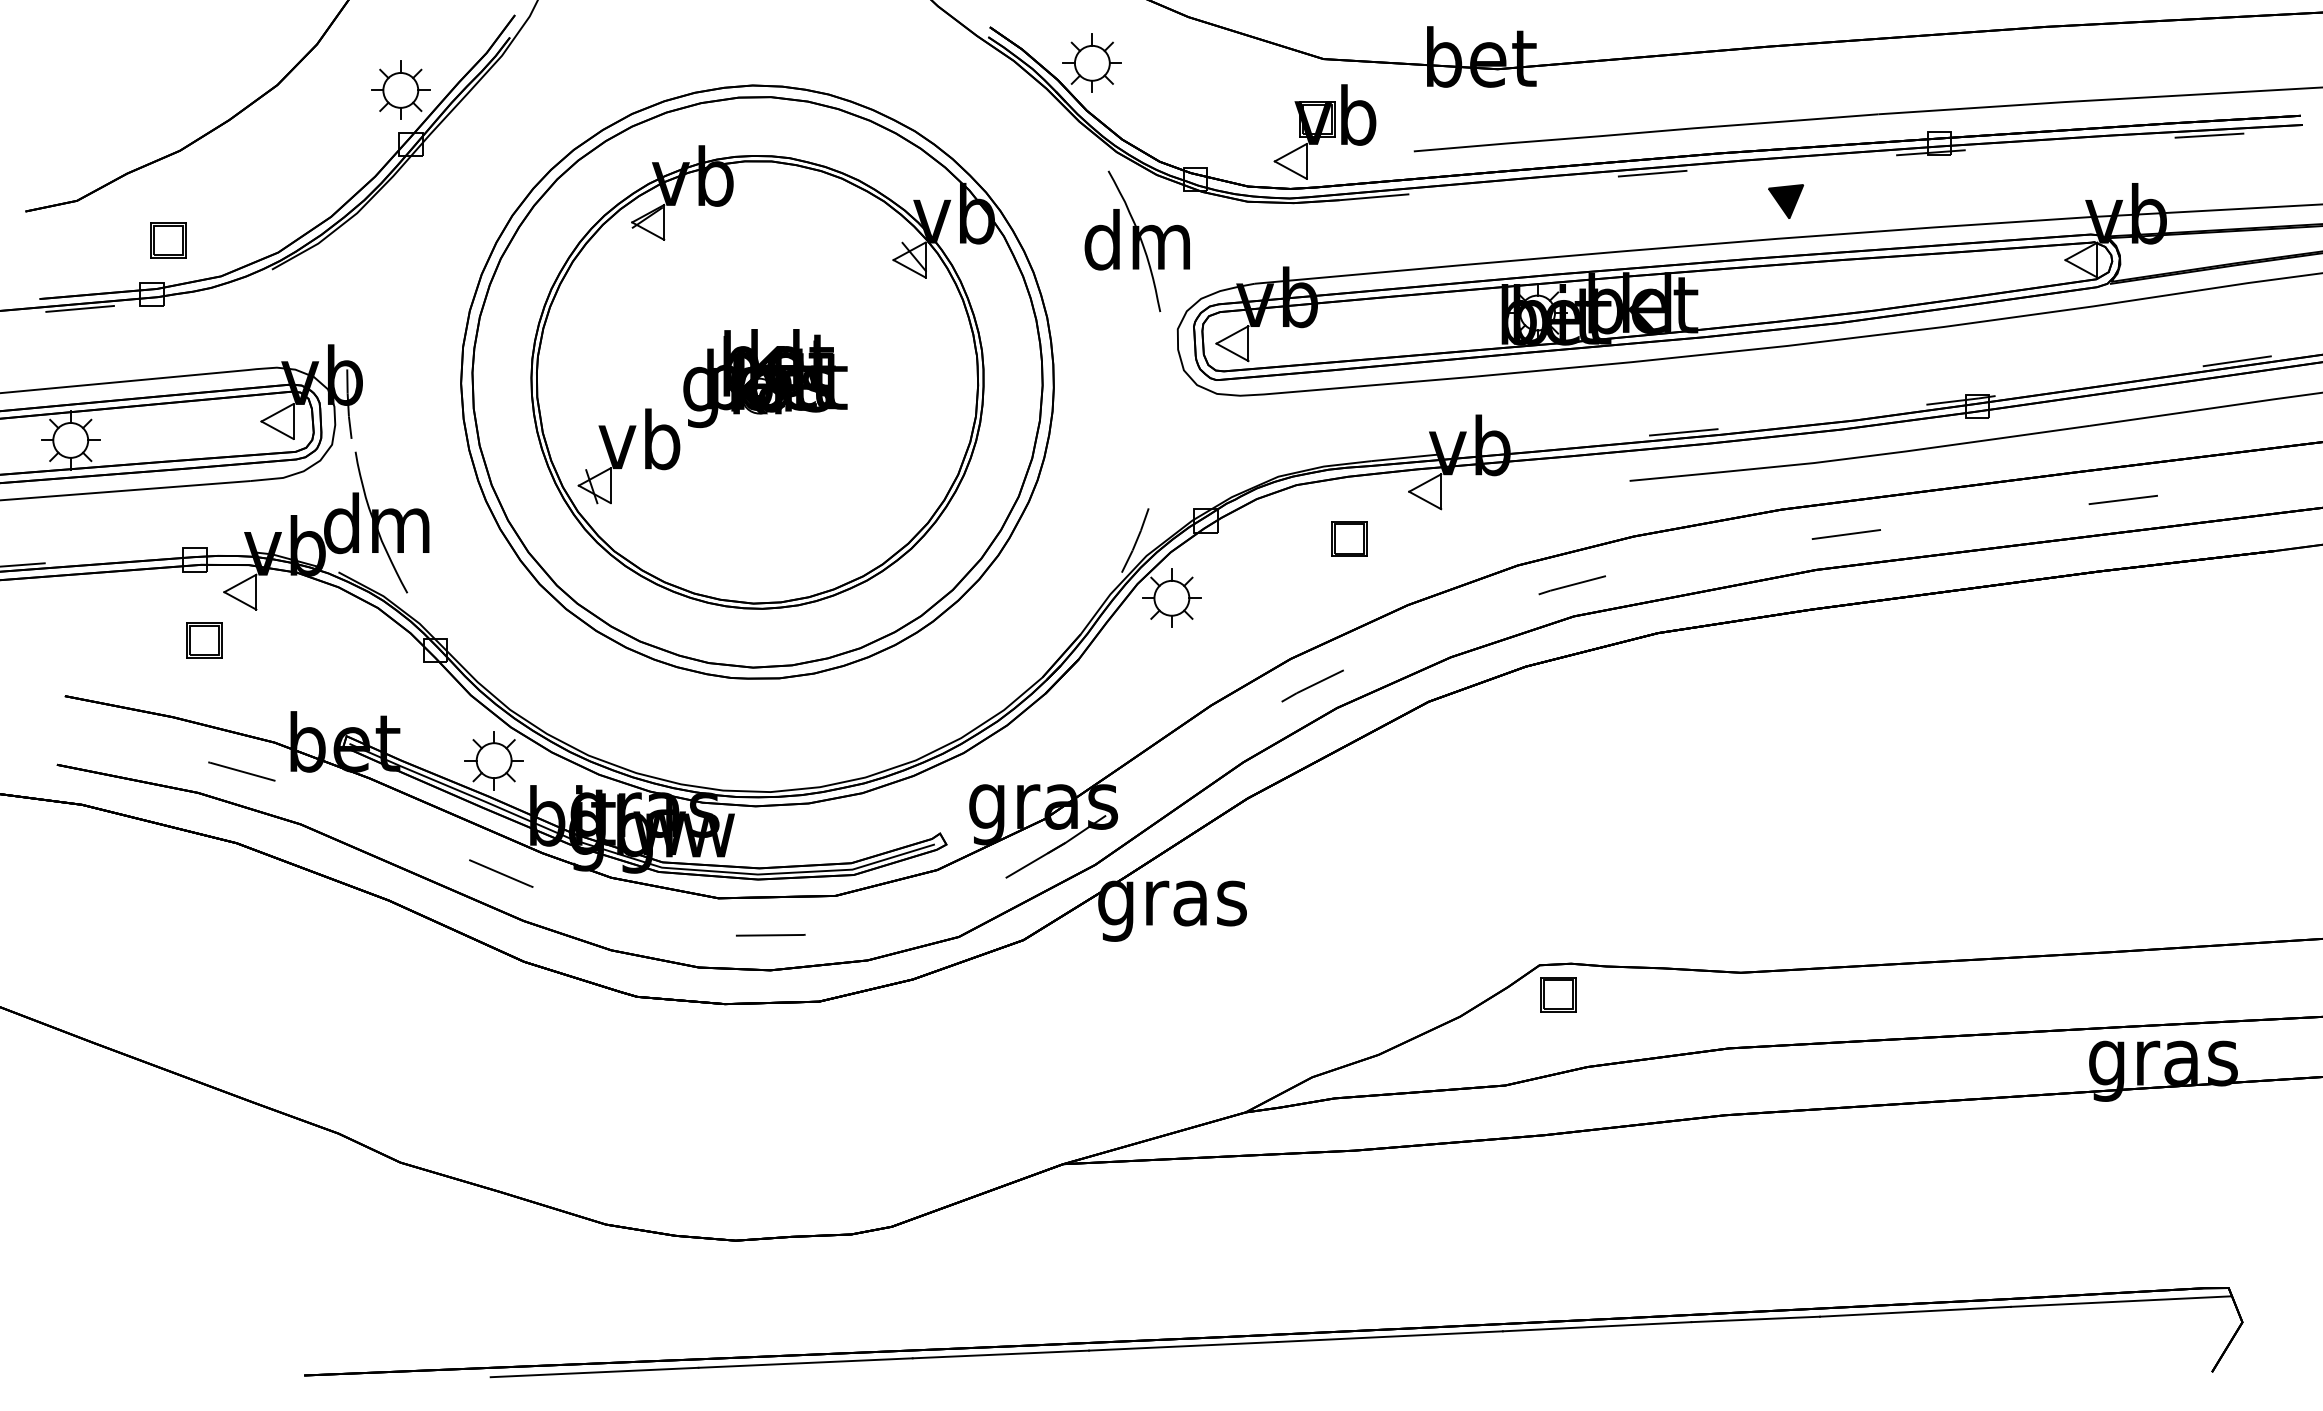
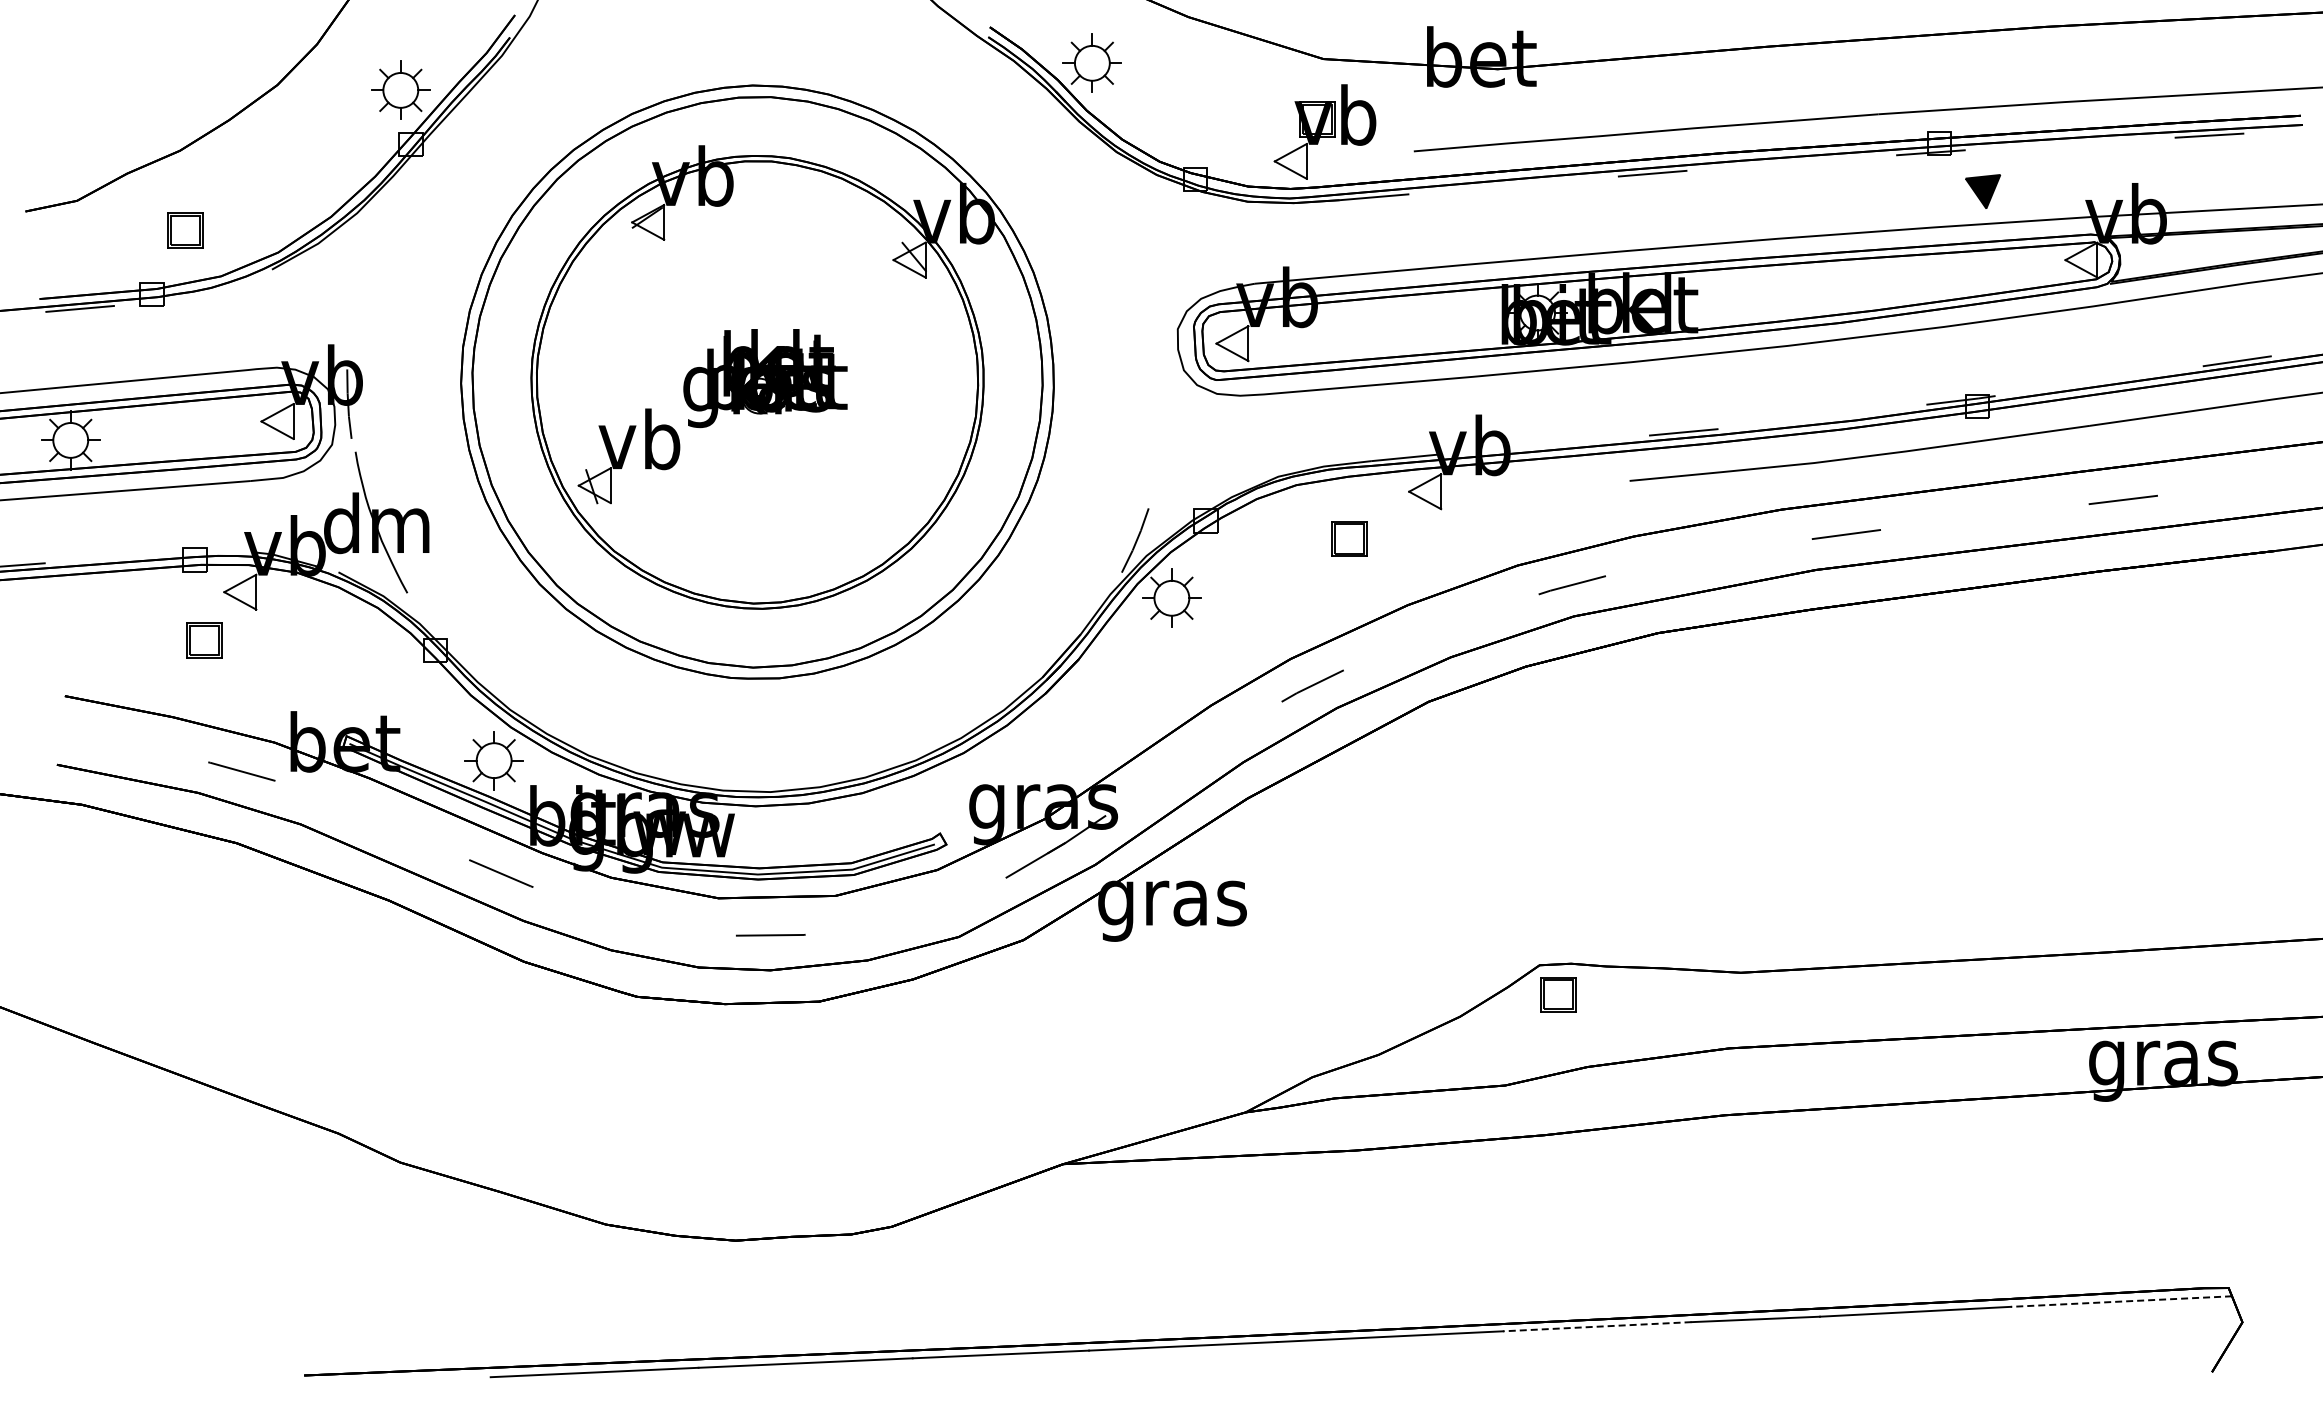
part at (1786, 201) position: (1786, 201) -> (1983, 191)
part at (168, 240) position: (168, 240) -> (185, 230)
part at (1136, 241): present -> none
line at (2121, 1301): solid -> dashed
line at (1596, 1326): solid -> dashed
